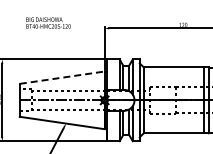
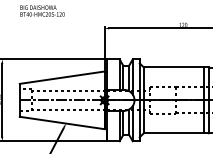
text at (48, 22) position: (48, 22) -> (42, 10)
line at (62, 77): dashed -> solid
